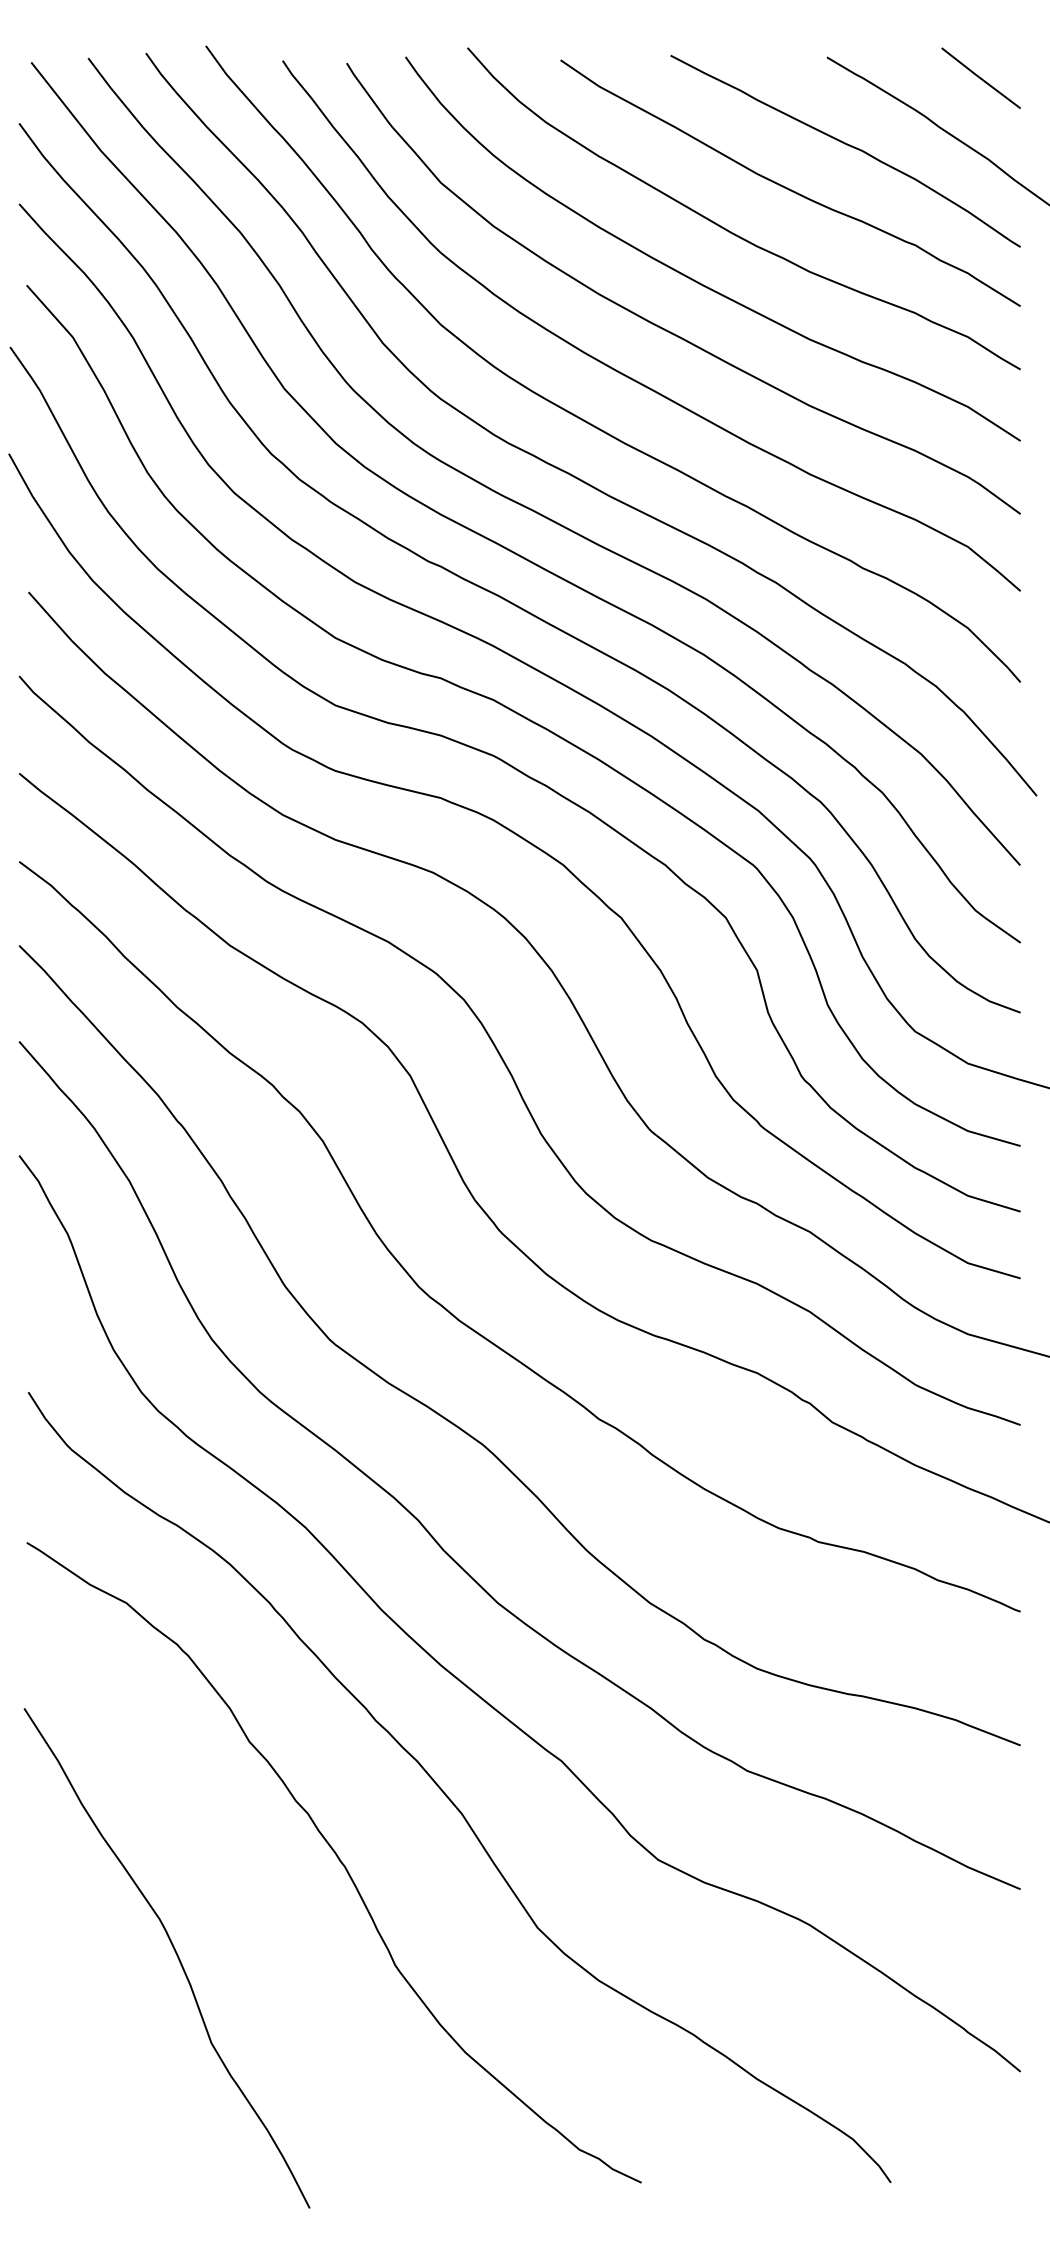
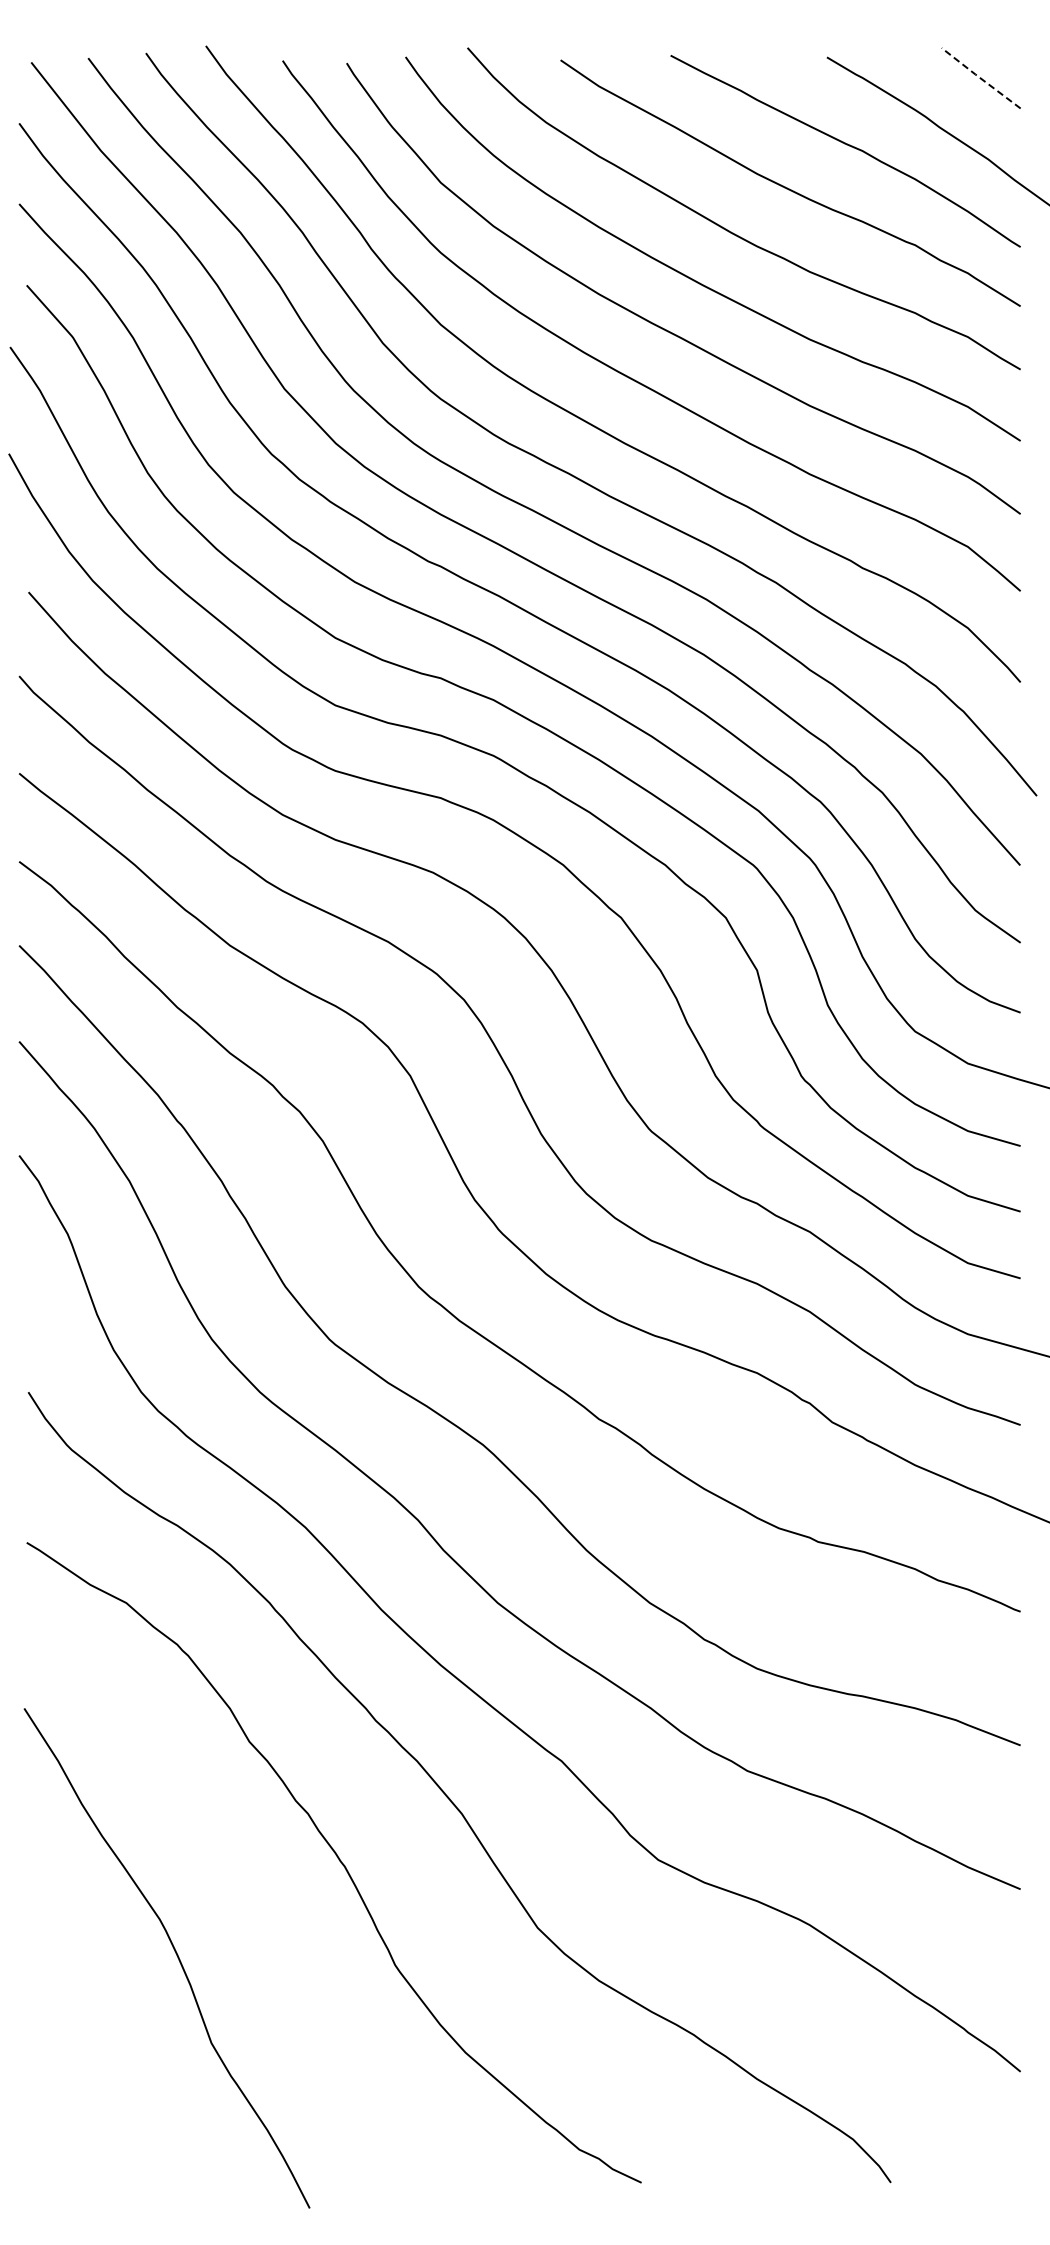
line at (980, 78): solid -> dashed
